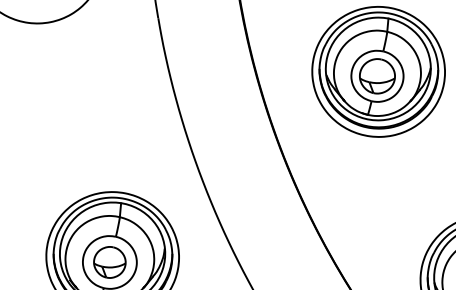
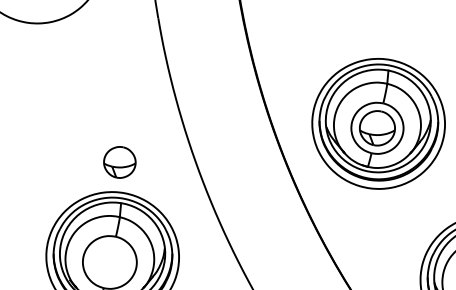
part at (378, 71) position: (378, 71) -> (378, 123)
part at (109, 262) position: (109, 262) -> (119, 162)
